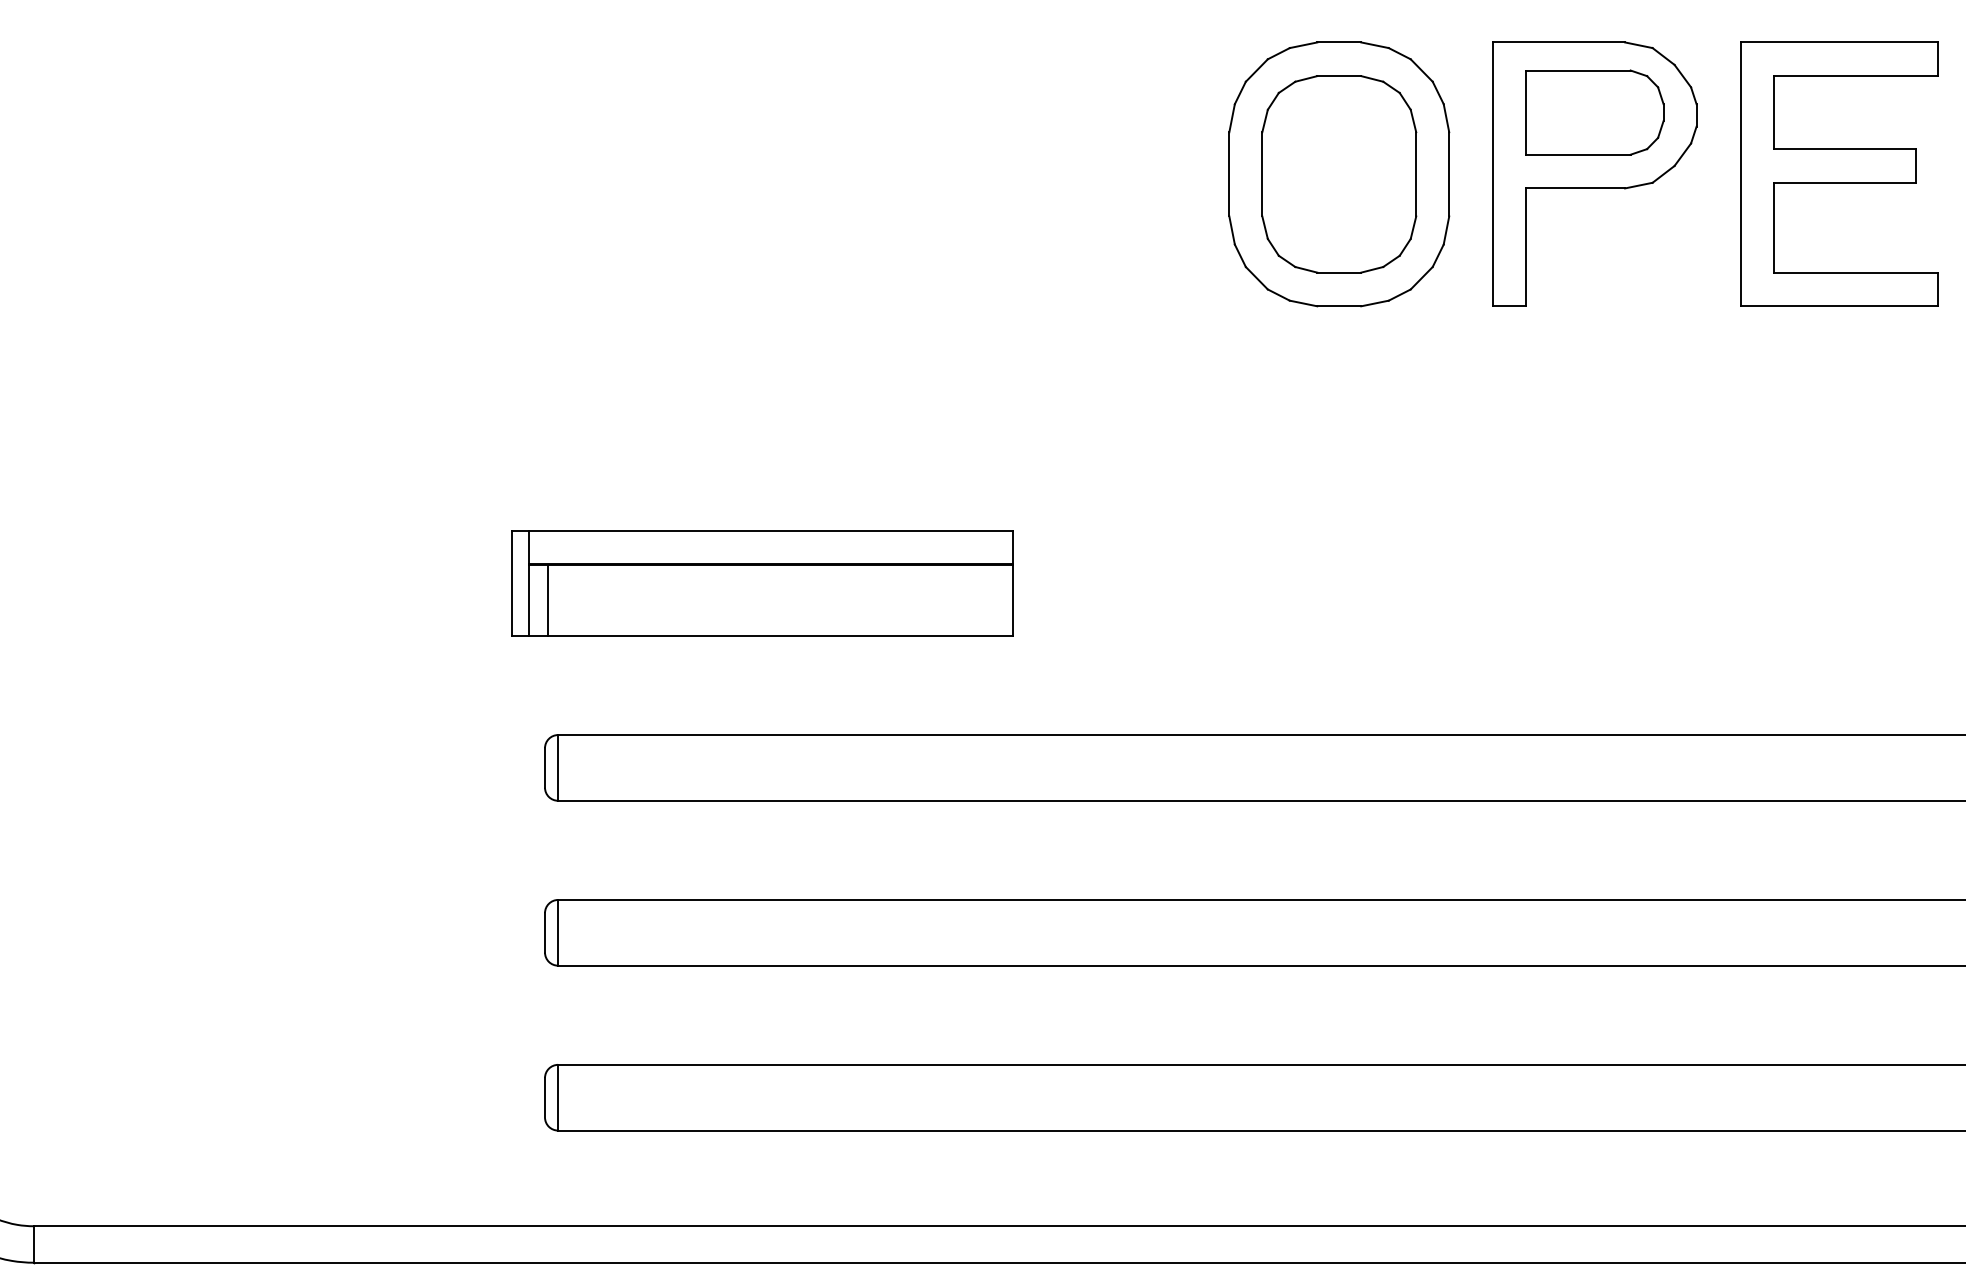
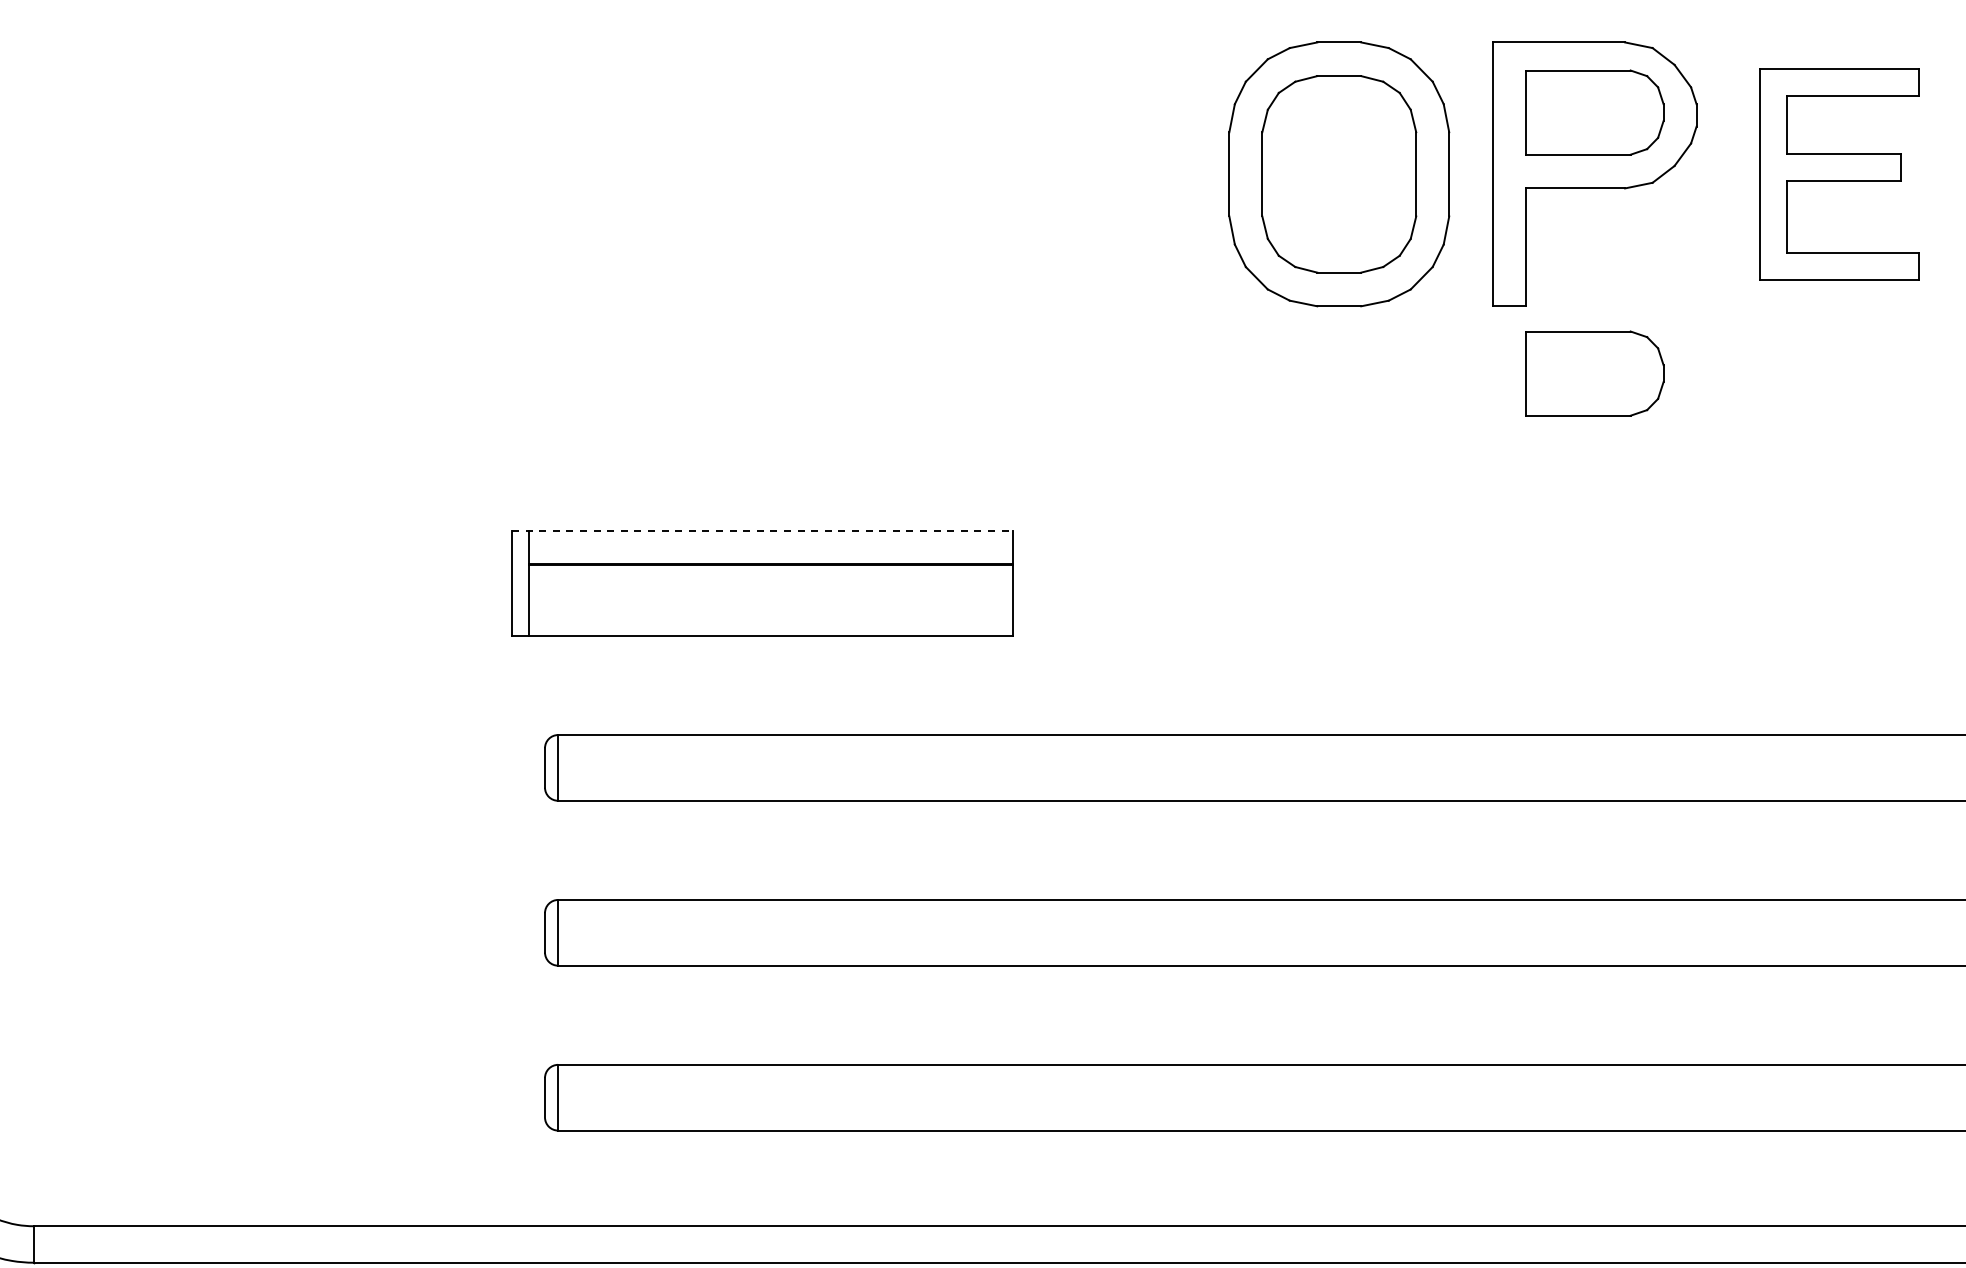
part at (1839, 173) size: 199x266 px -> 161x213 px
part at (1594, 373): none -> present
line at (762, 530): solid -> dashed
line at (548, 600): present -> none
